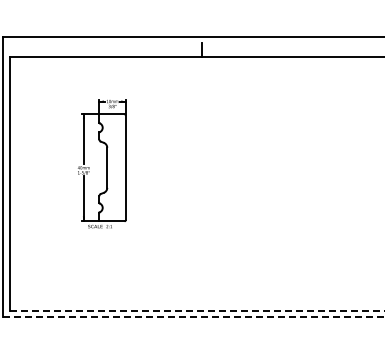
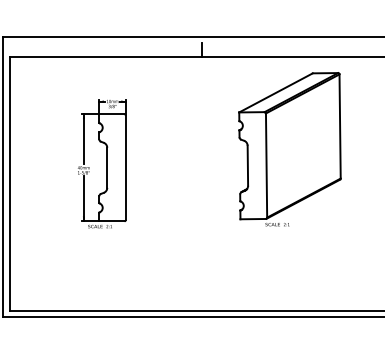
part at (289, 149): none -> present
line at (197, 310): dashed -> solid
line at (194, 317): dashed -> solid
